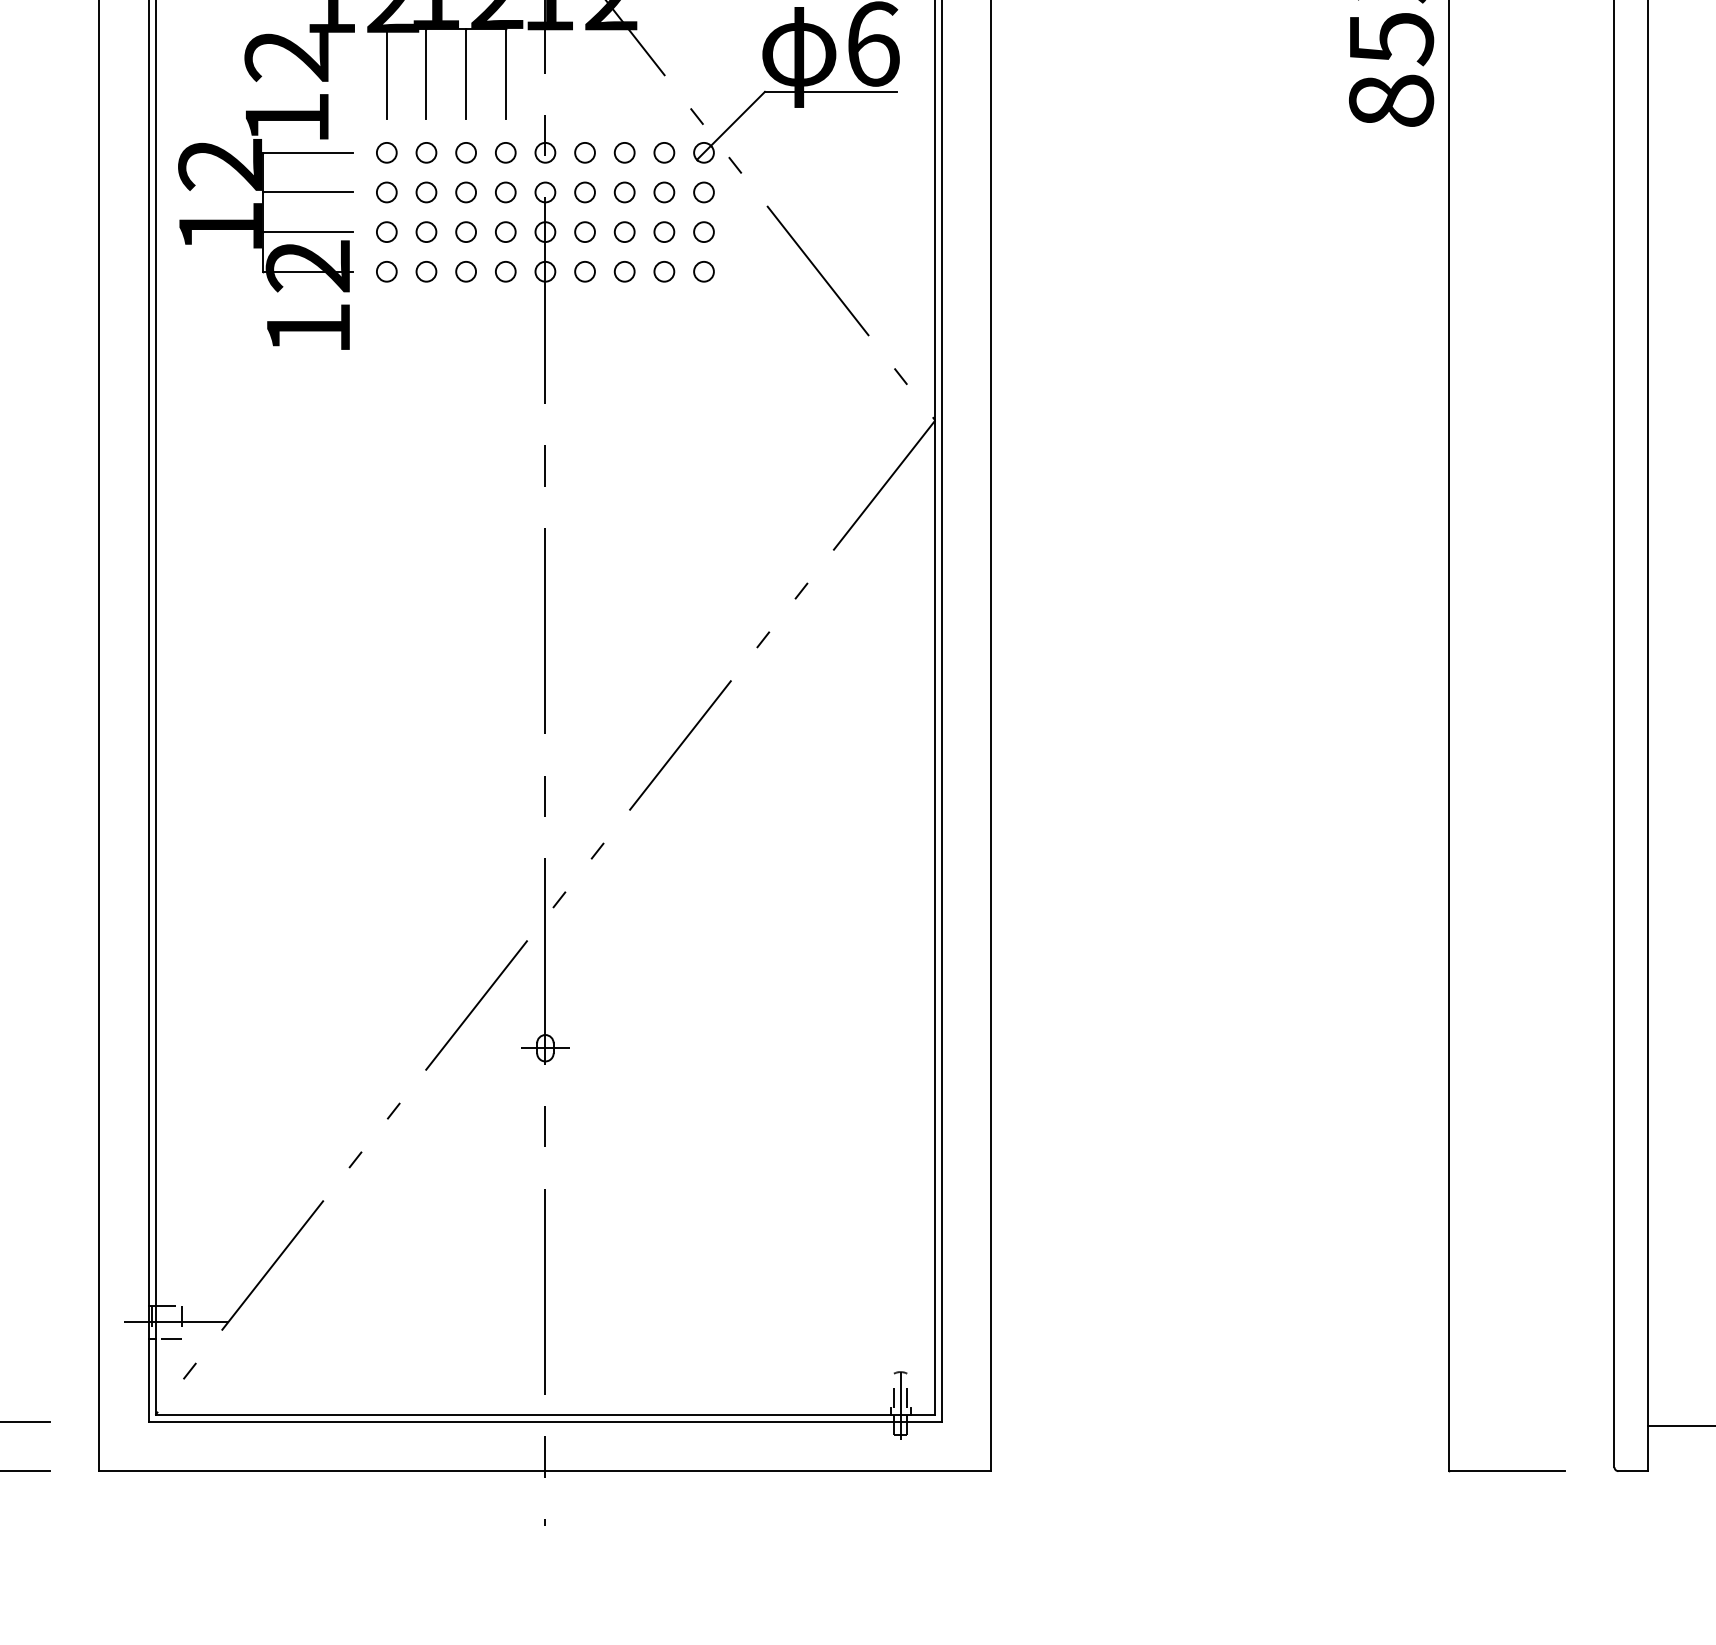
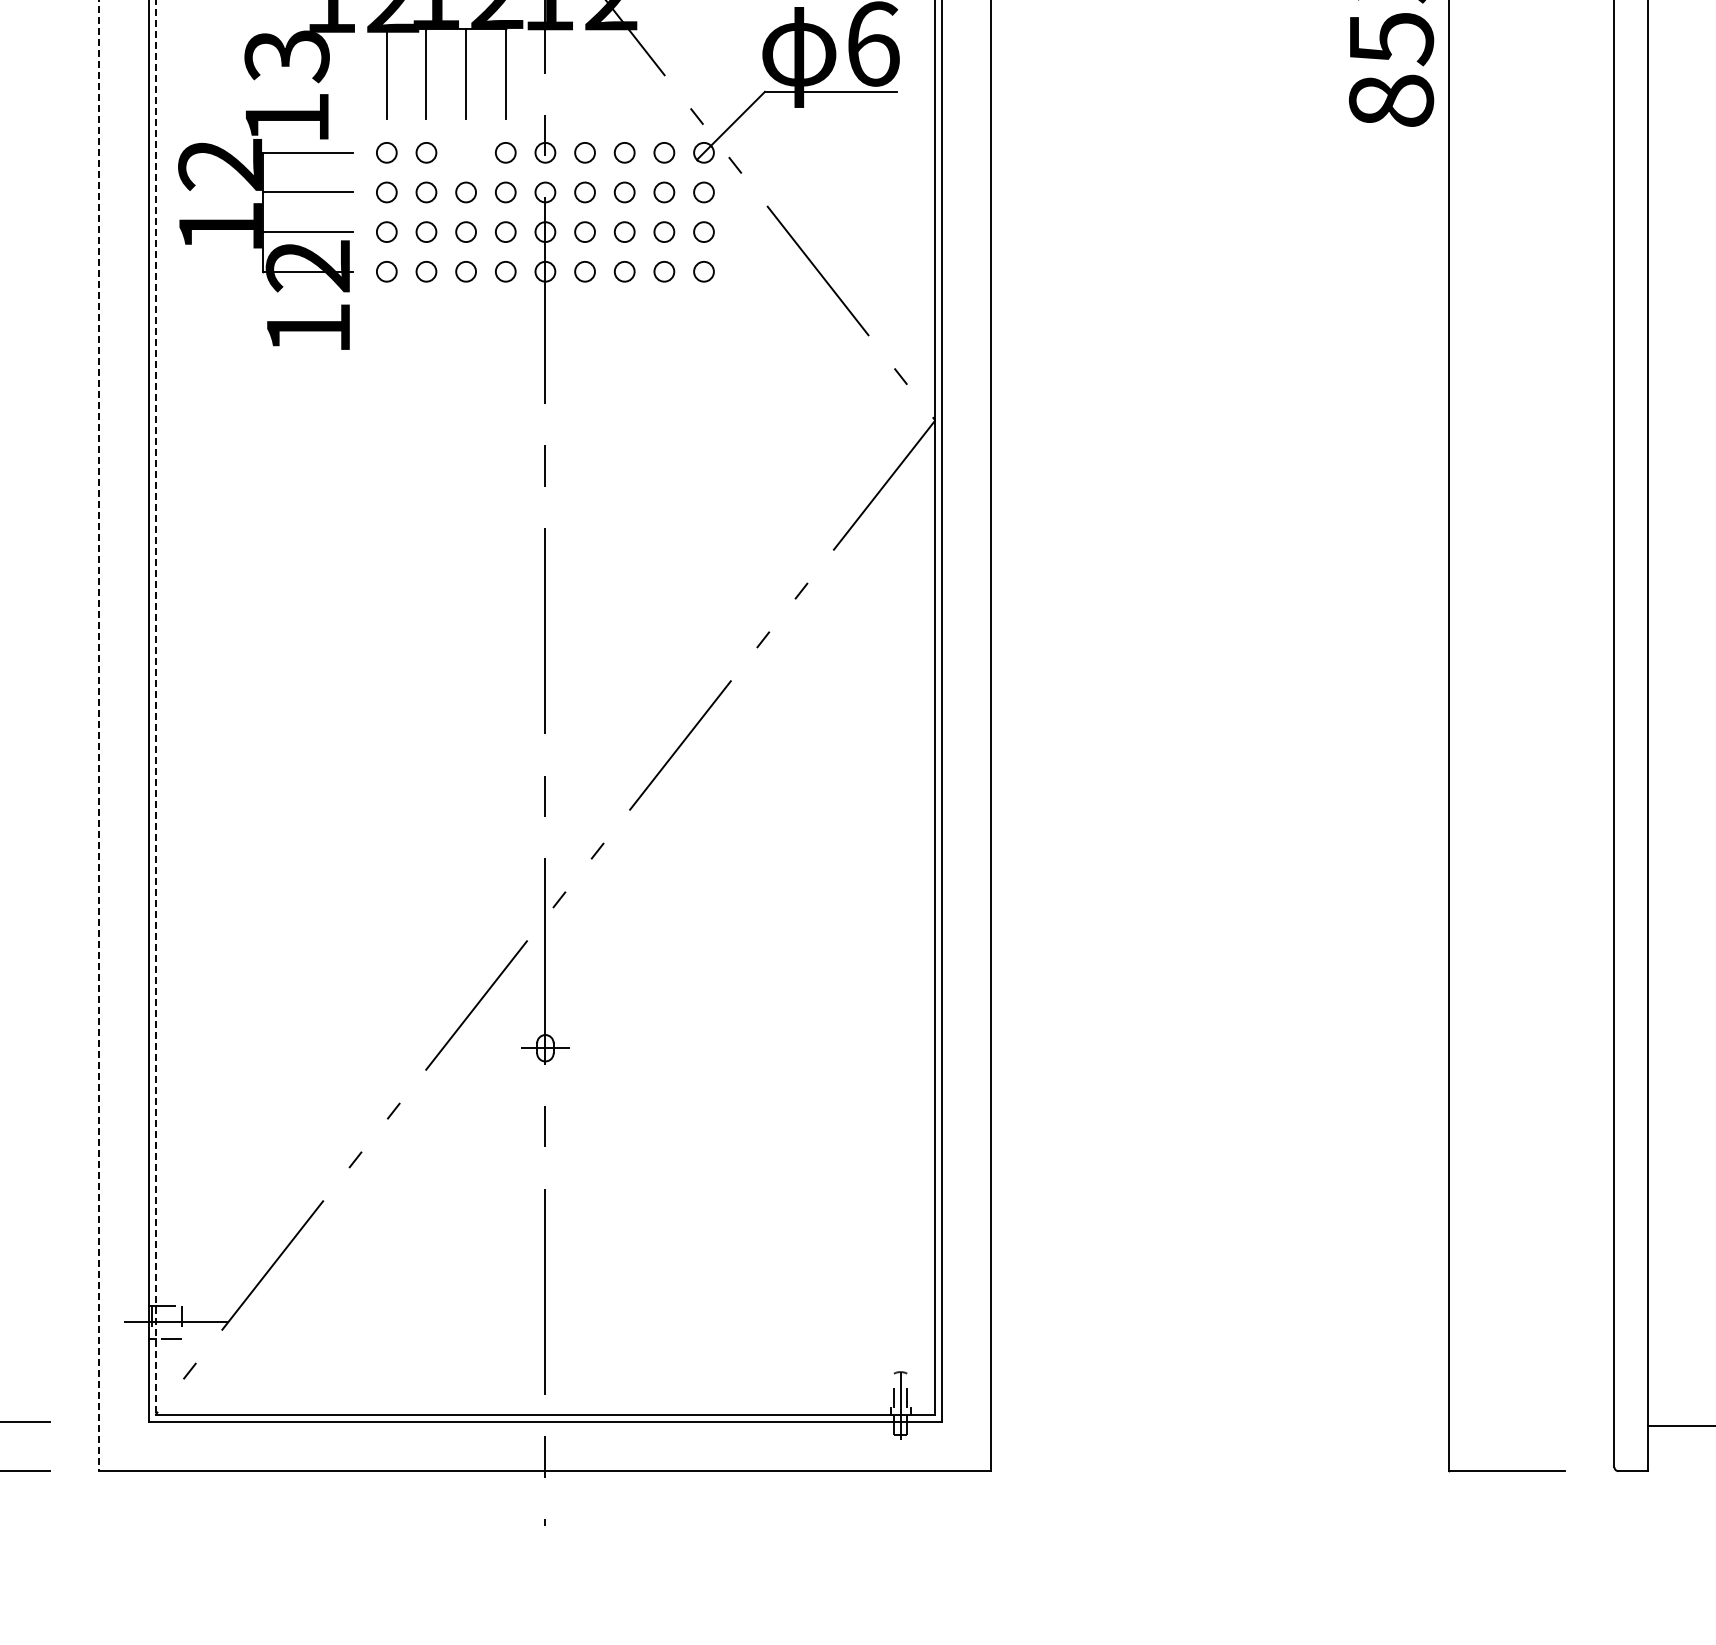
text at (286, 56): 12 -> 13
circle at (465, 152): present -> none
line at (155, 708): solid -> dashed
line at (99, 736): solid -> dashed
